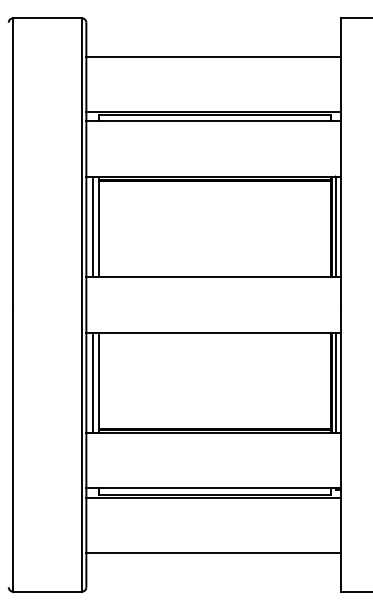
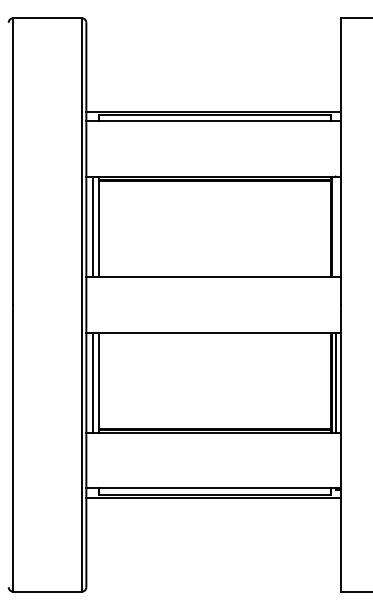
line at (213, 56): present -> none
line at (335, 226): present -> none
line at (213, 553): present -> none
